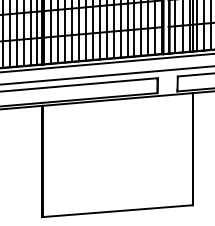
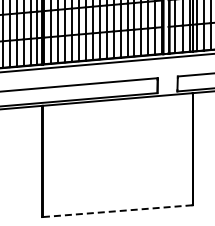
line at (106, 75): present -> none
line at (117, 211): solid -> dashed
